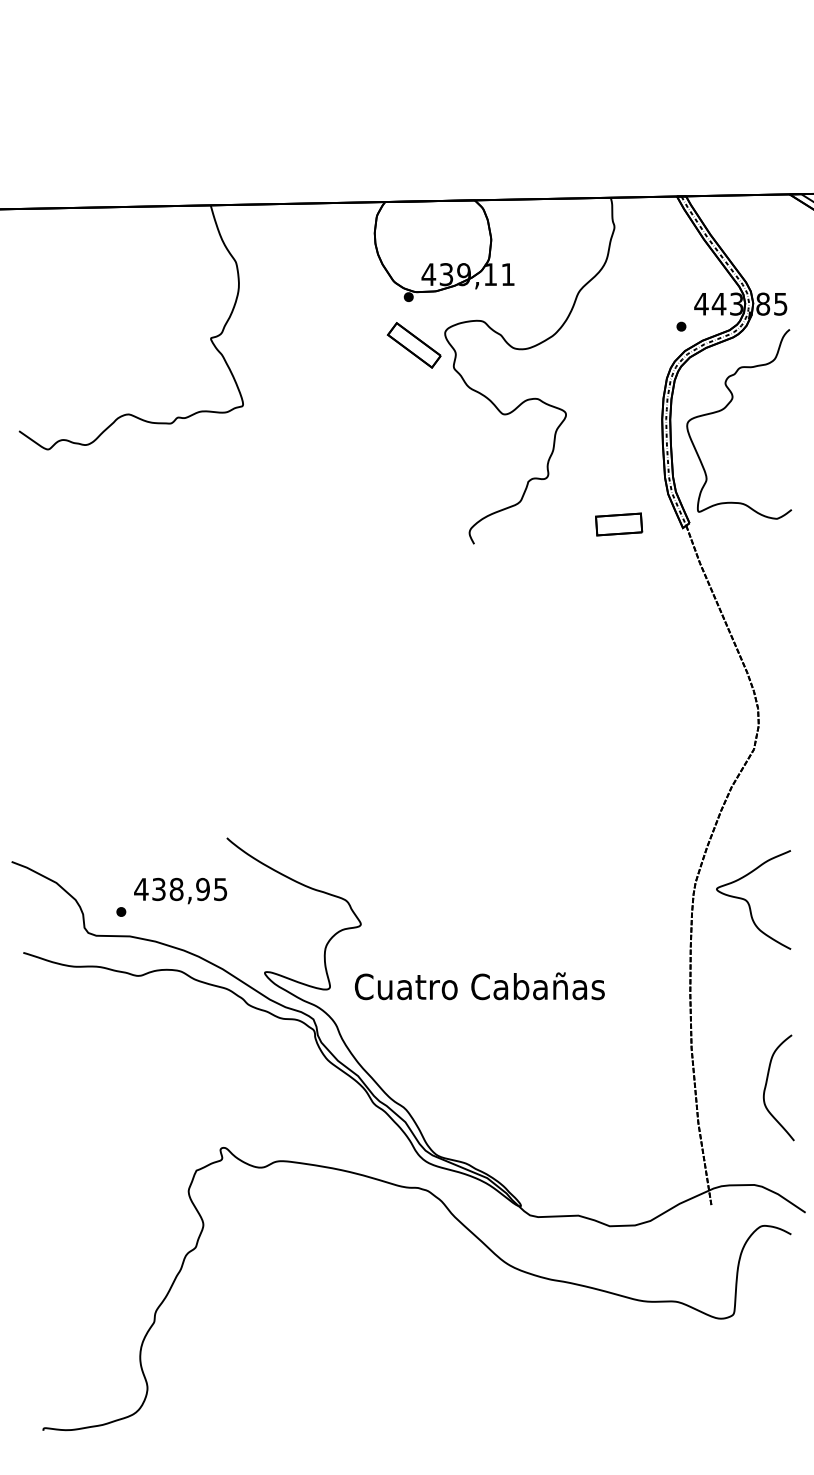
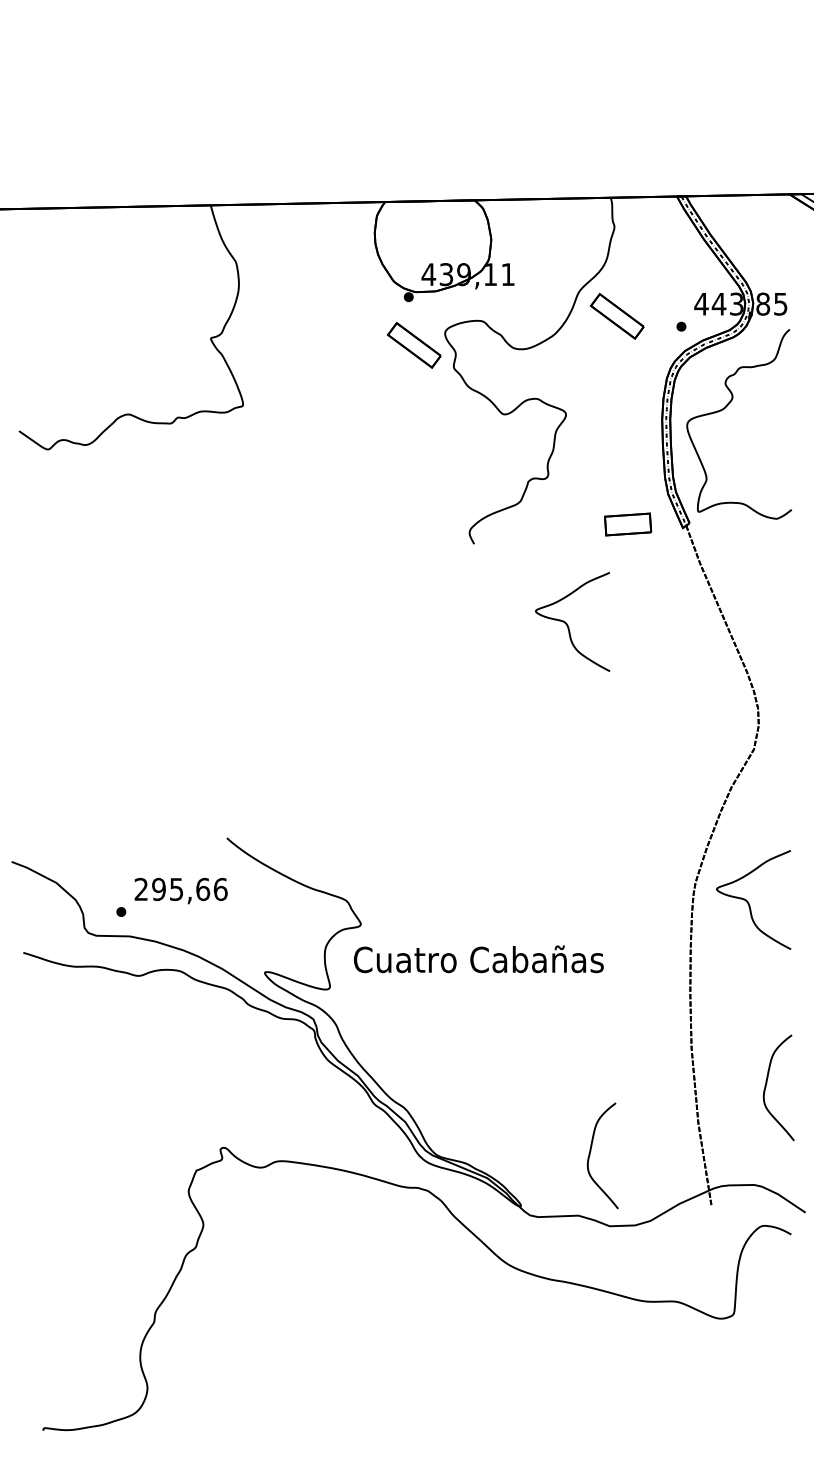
part at (616, 316): none -> present
part at (619, 524) position: (619, 524) -> (628, 524)
curve at (567, 623): none -> present
text at (180, 889): 438,95 -> 295,66
text at (479, 986) position: (479, 986) -> (478, 959)
curve at (591, 1151): none -> present
